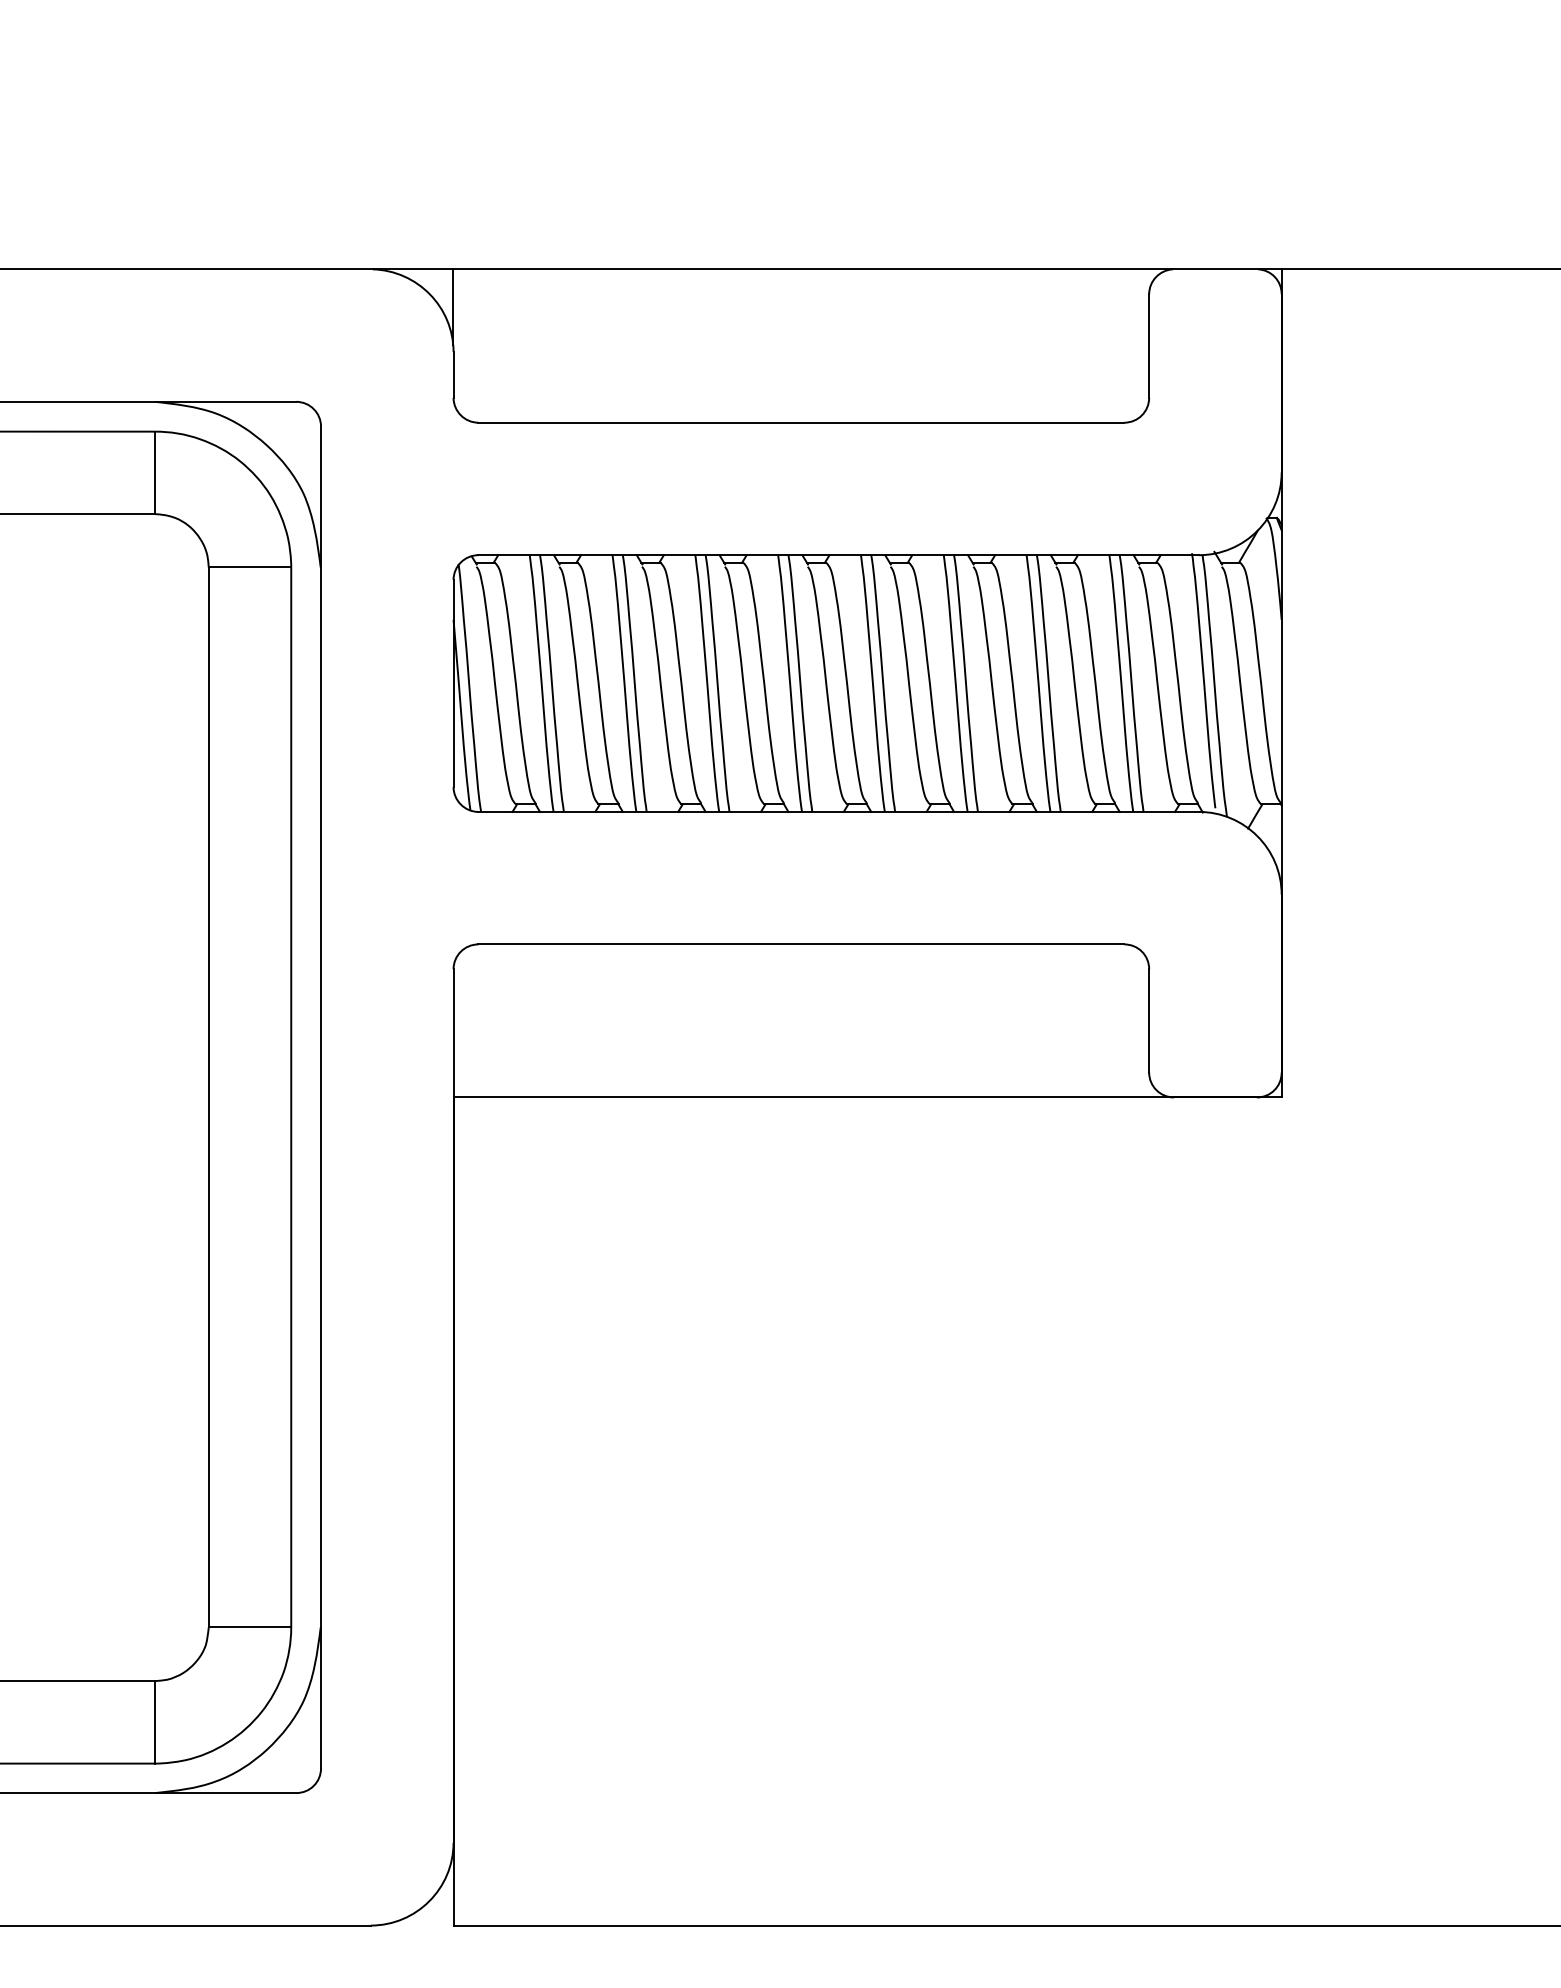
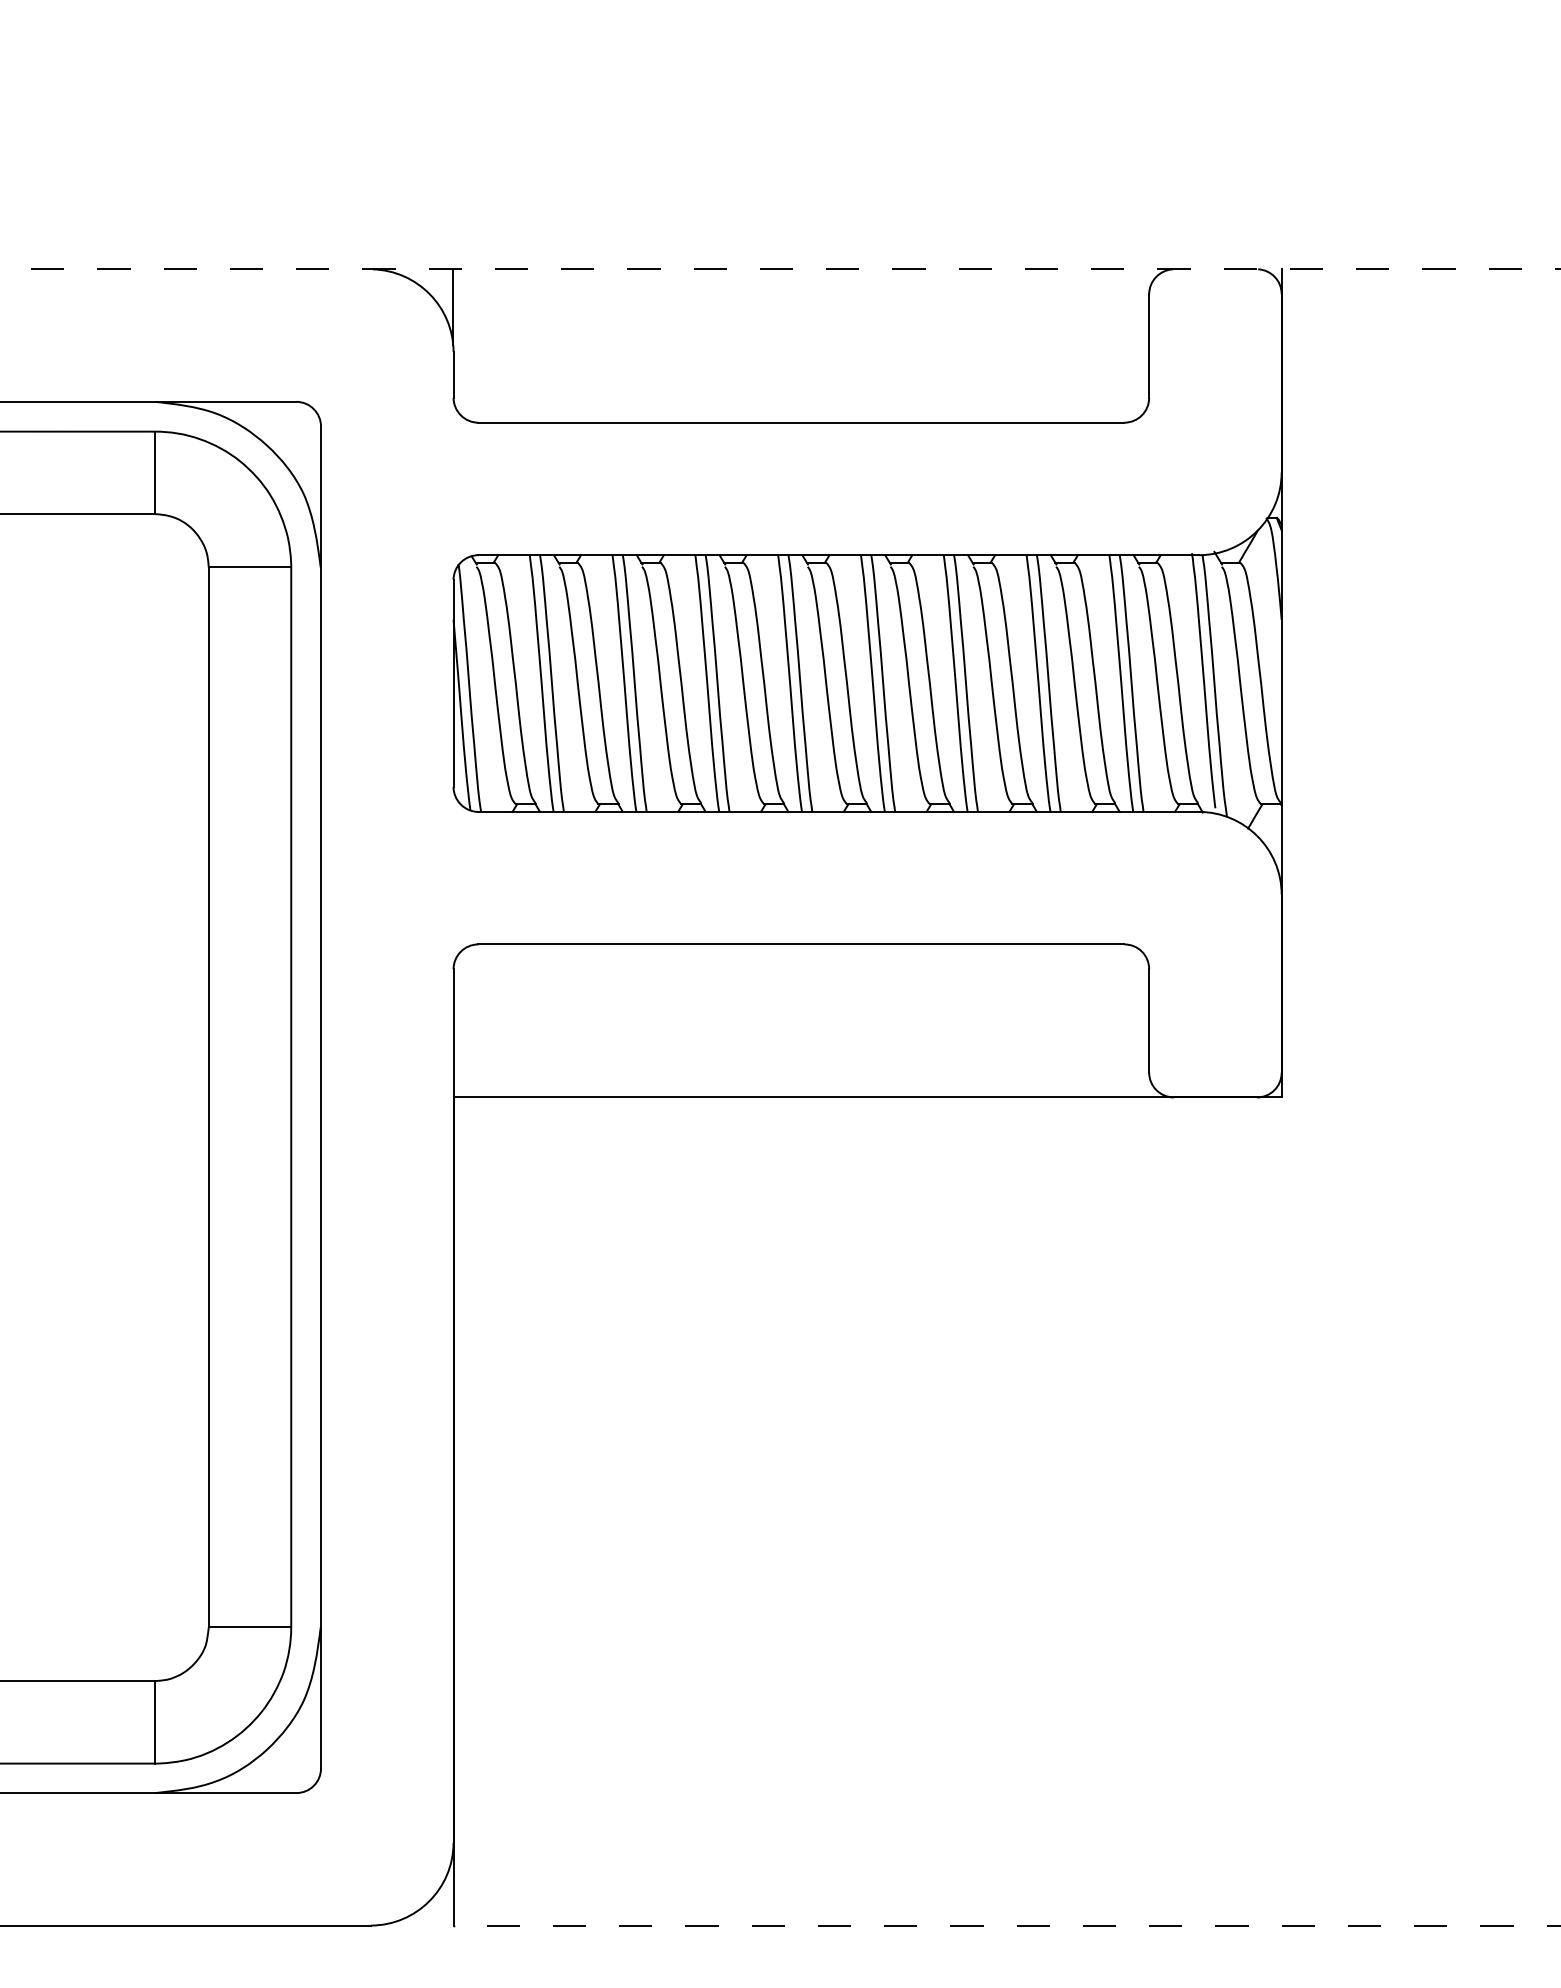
line at (780, 269): solid -> dashed
line at (1006, 1925): solid -> dashed
